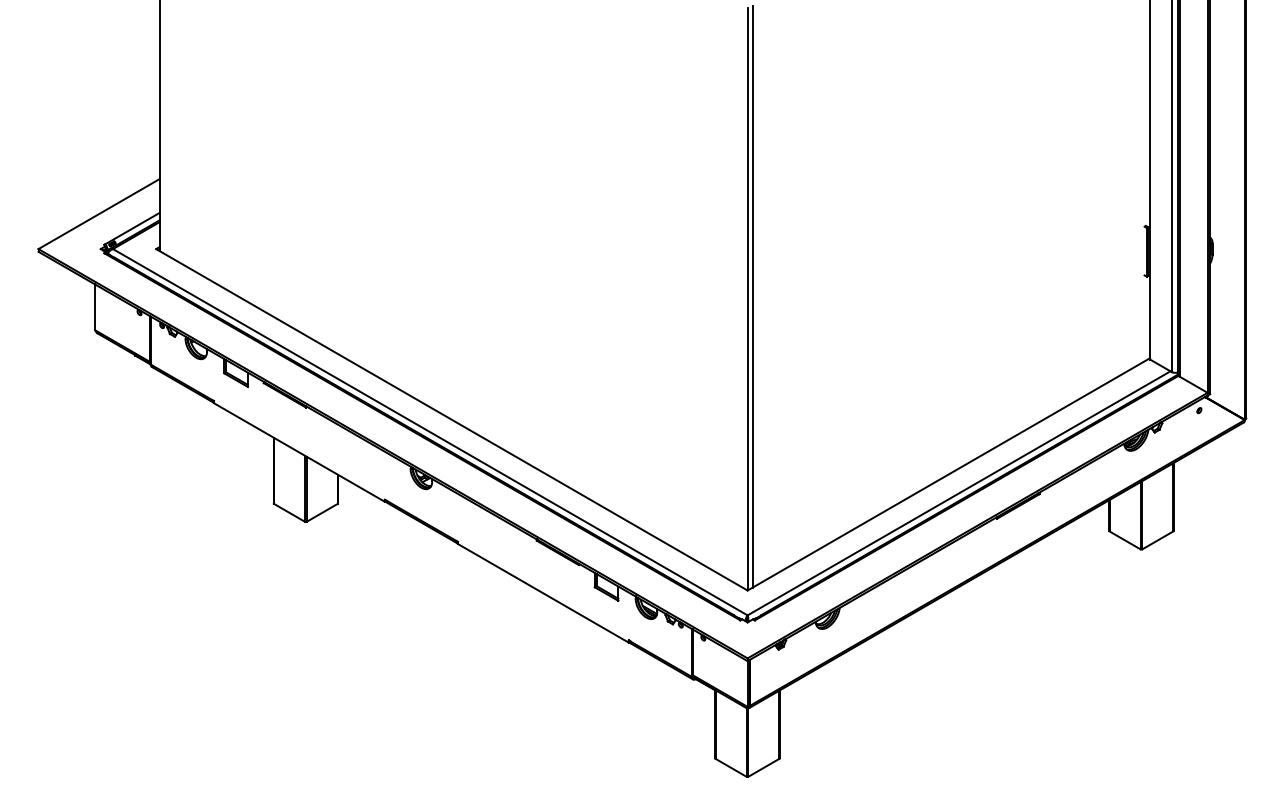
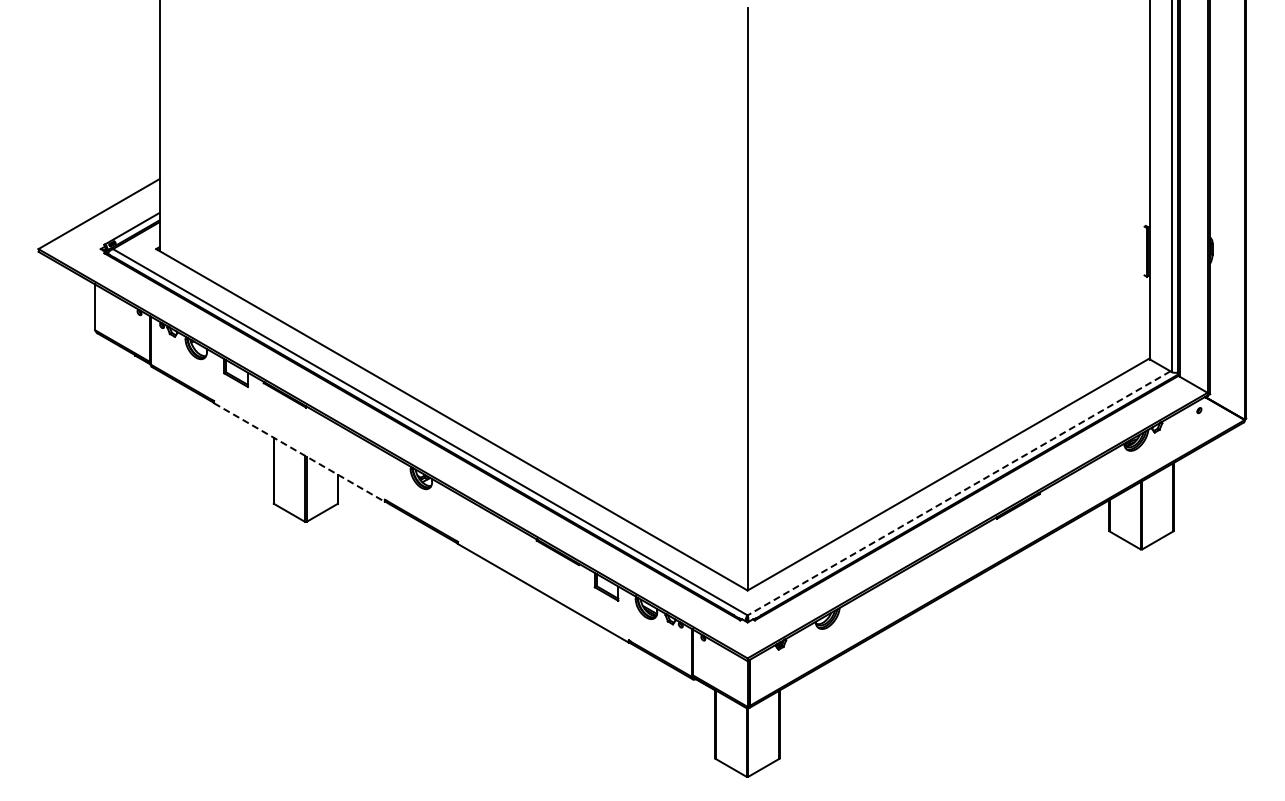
line at (752, 296): present -> none
line at (299, 452): solid -> dashed
line at (958, 493): solid -> dashed
